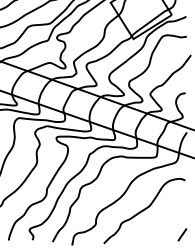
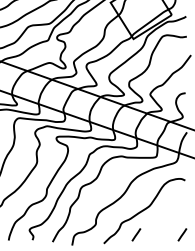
line at (136, 234): none -> present
